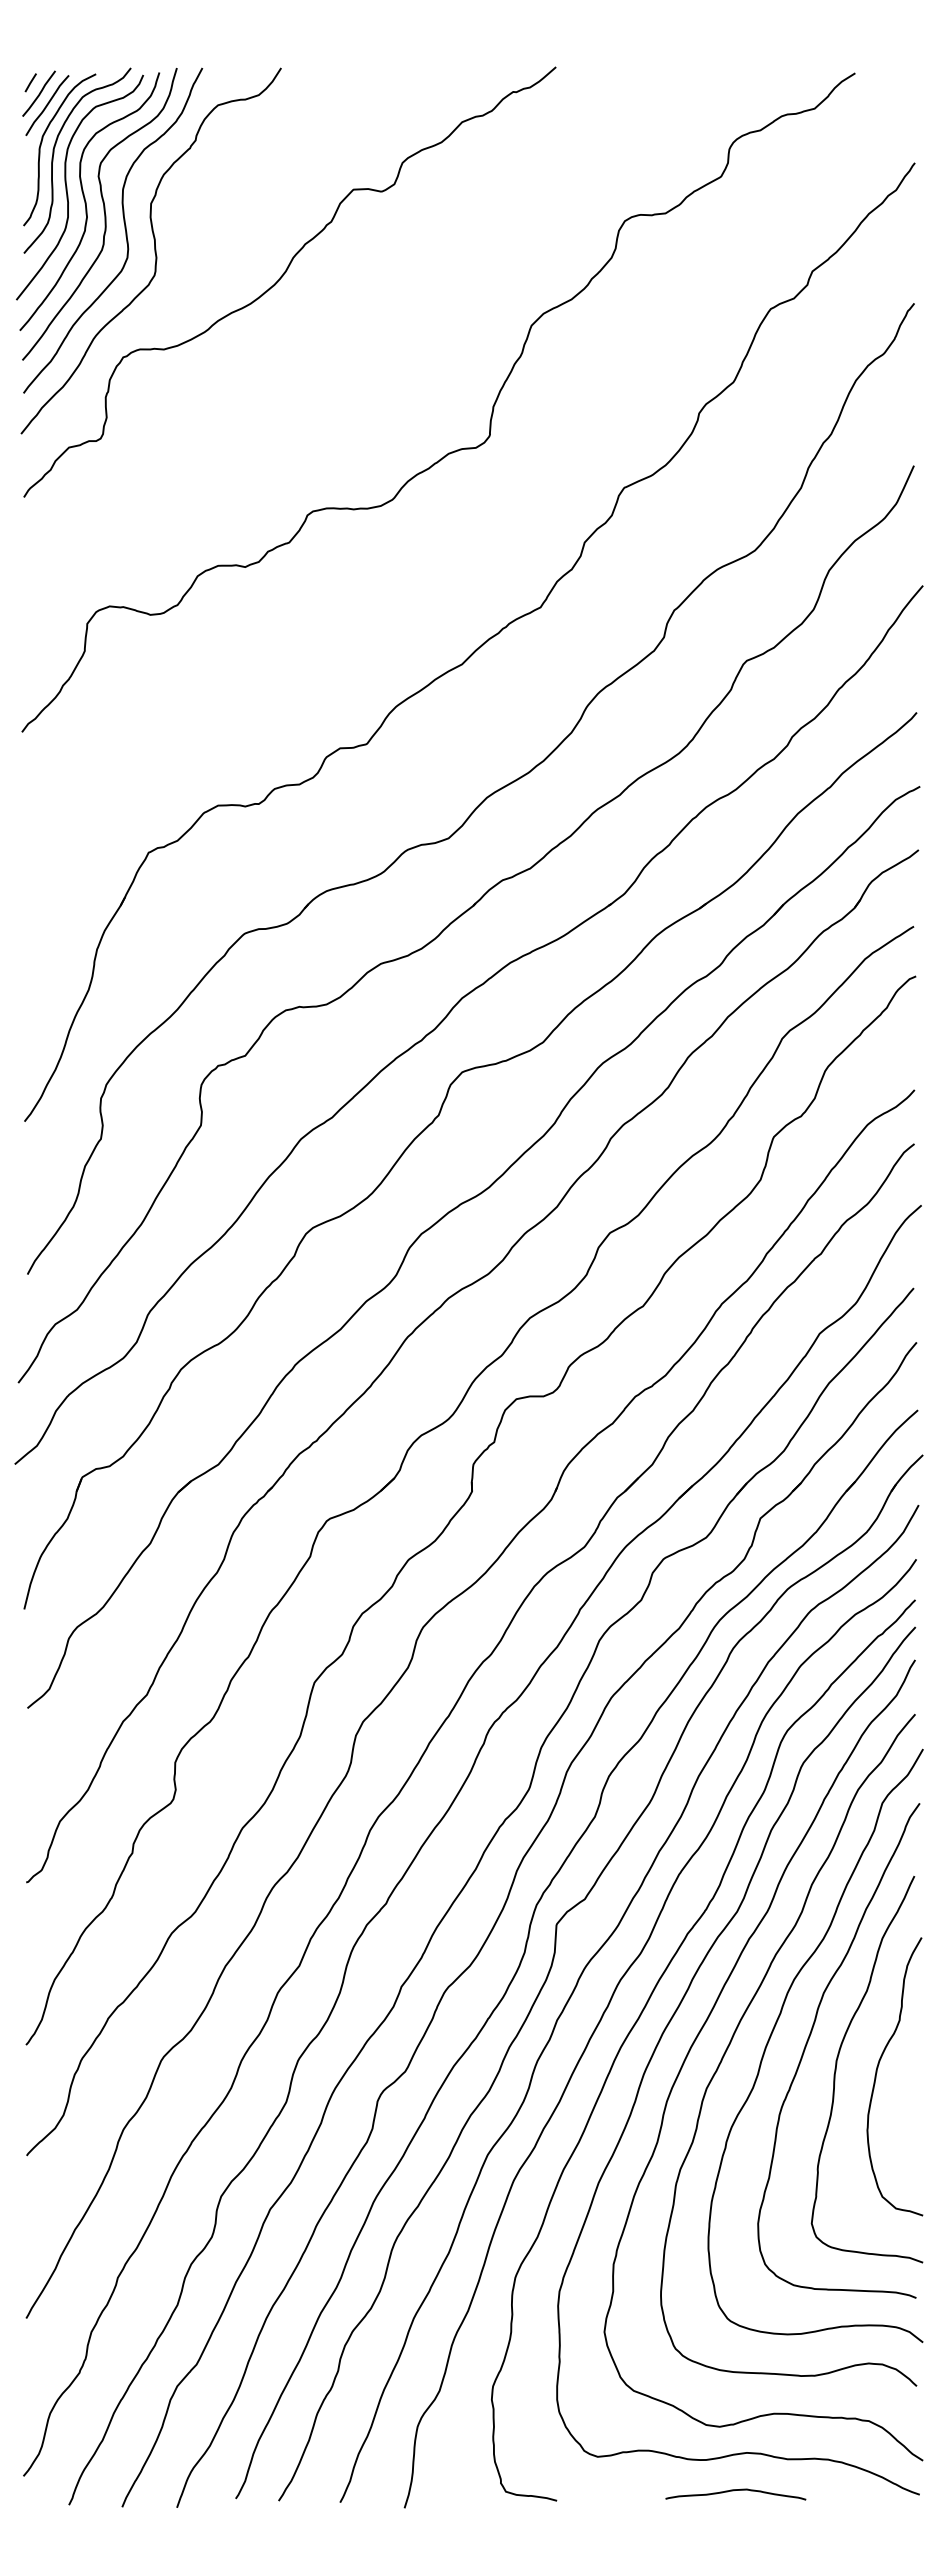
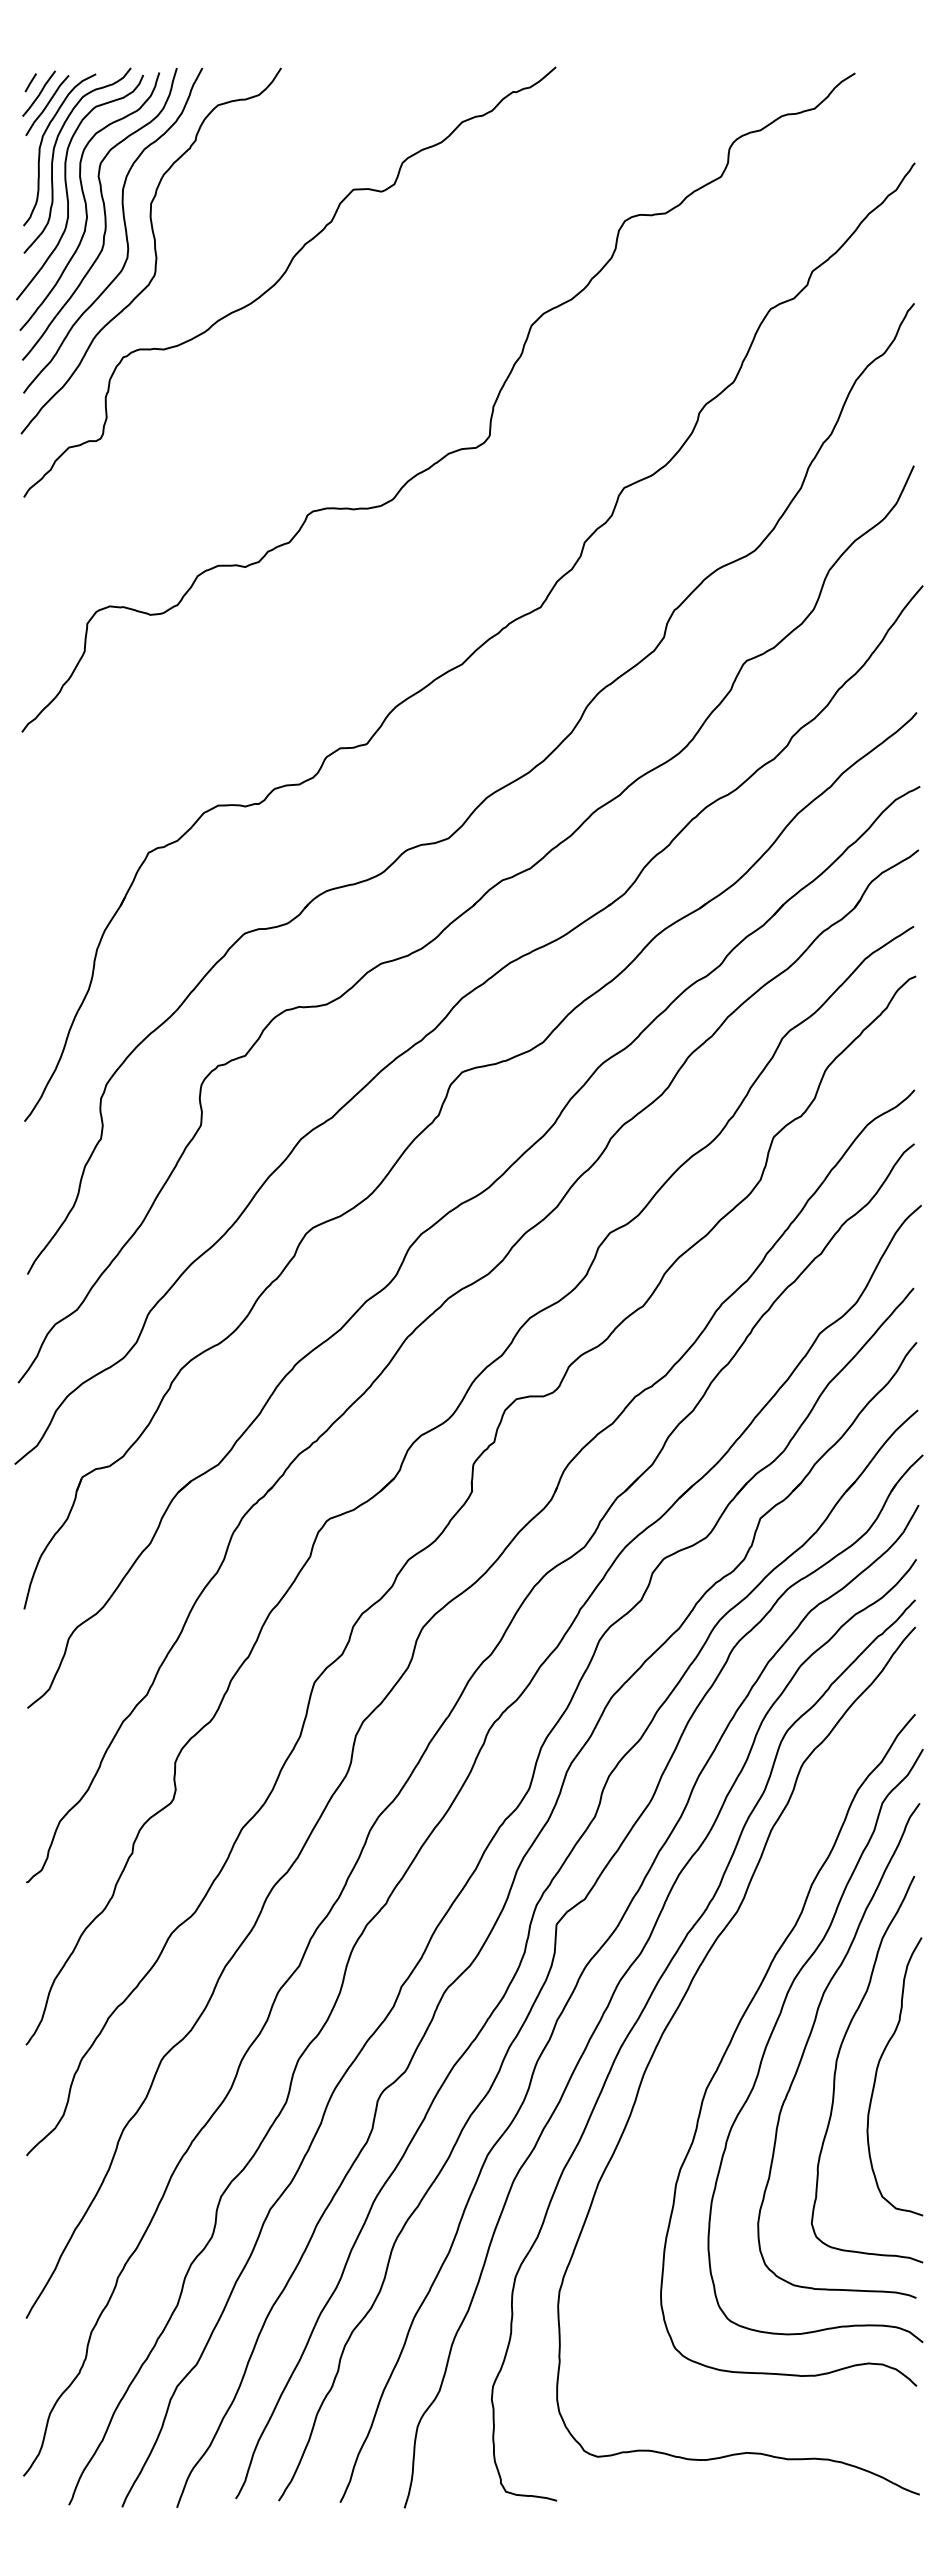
curve at (704, 2026): present -> none
curve at (733, 2491): present -> none
